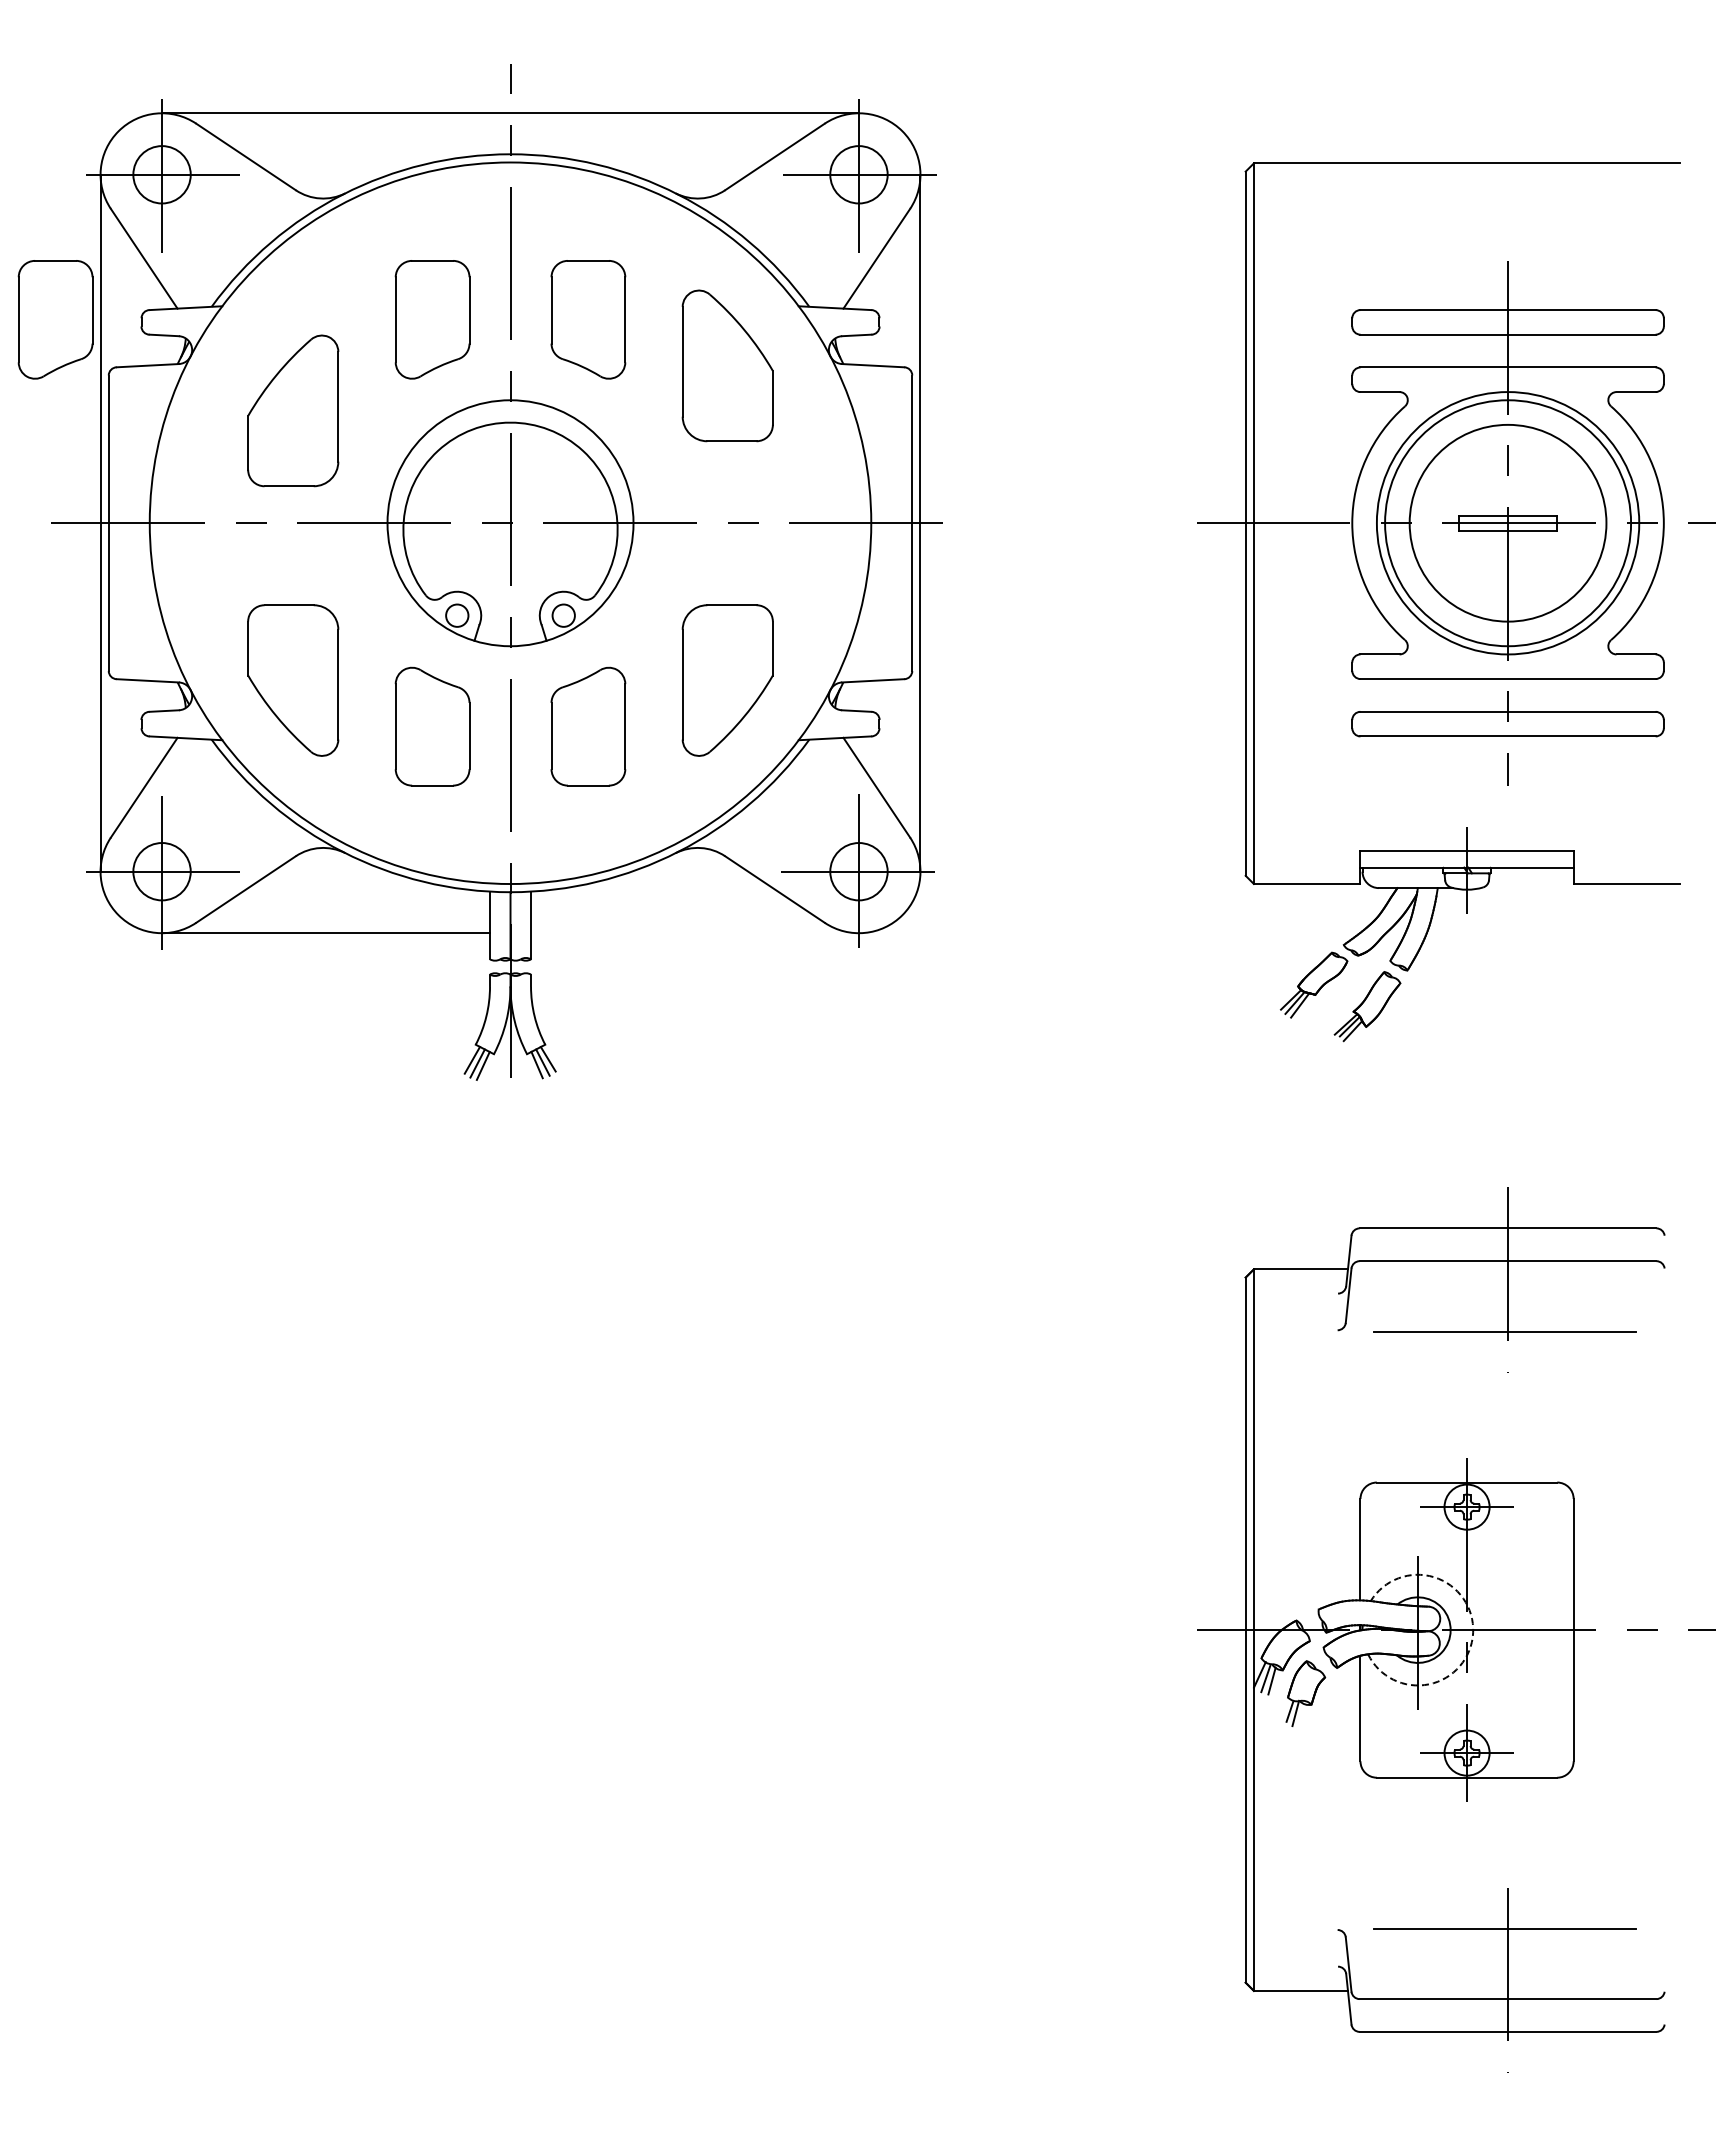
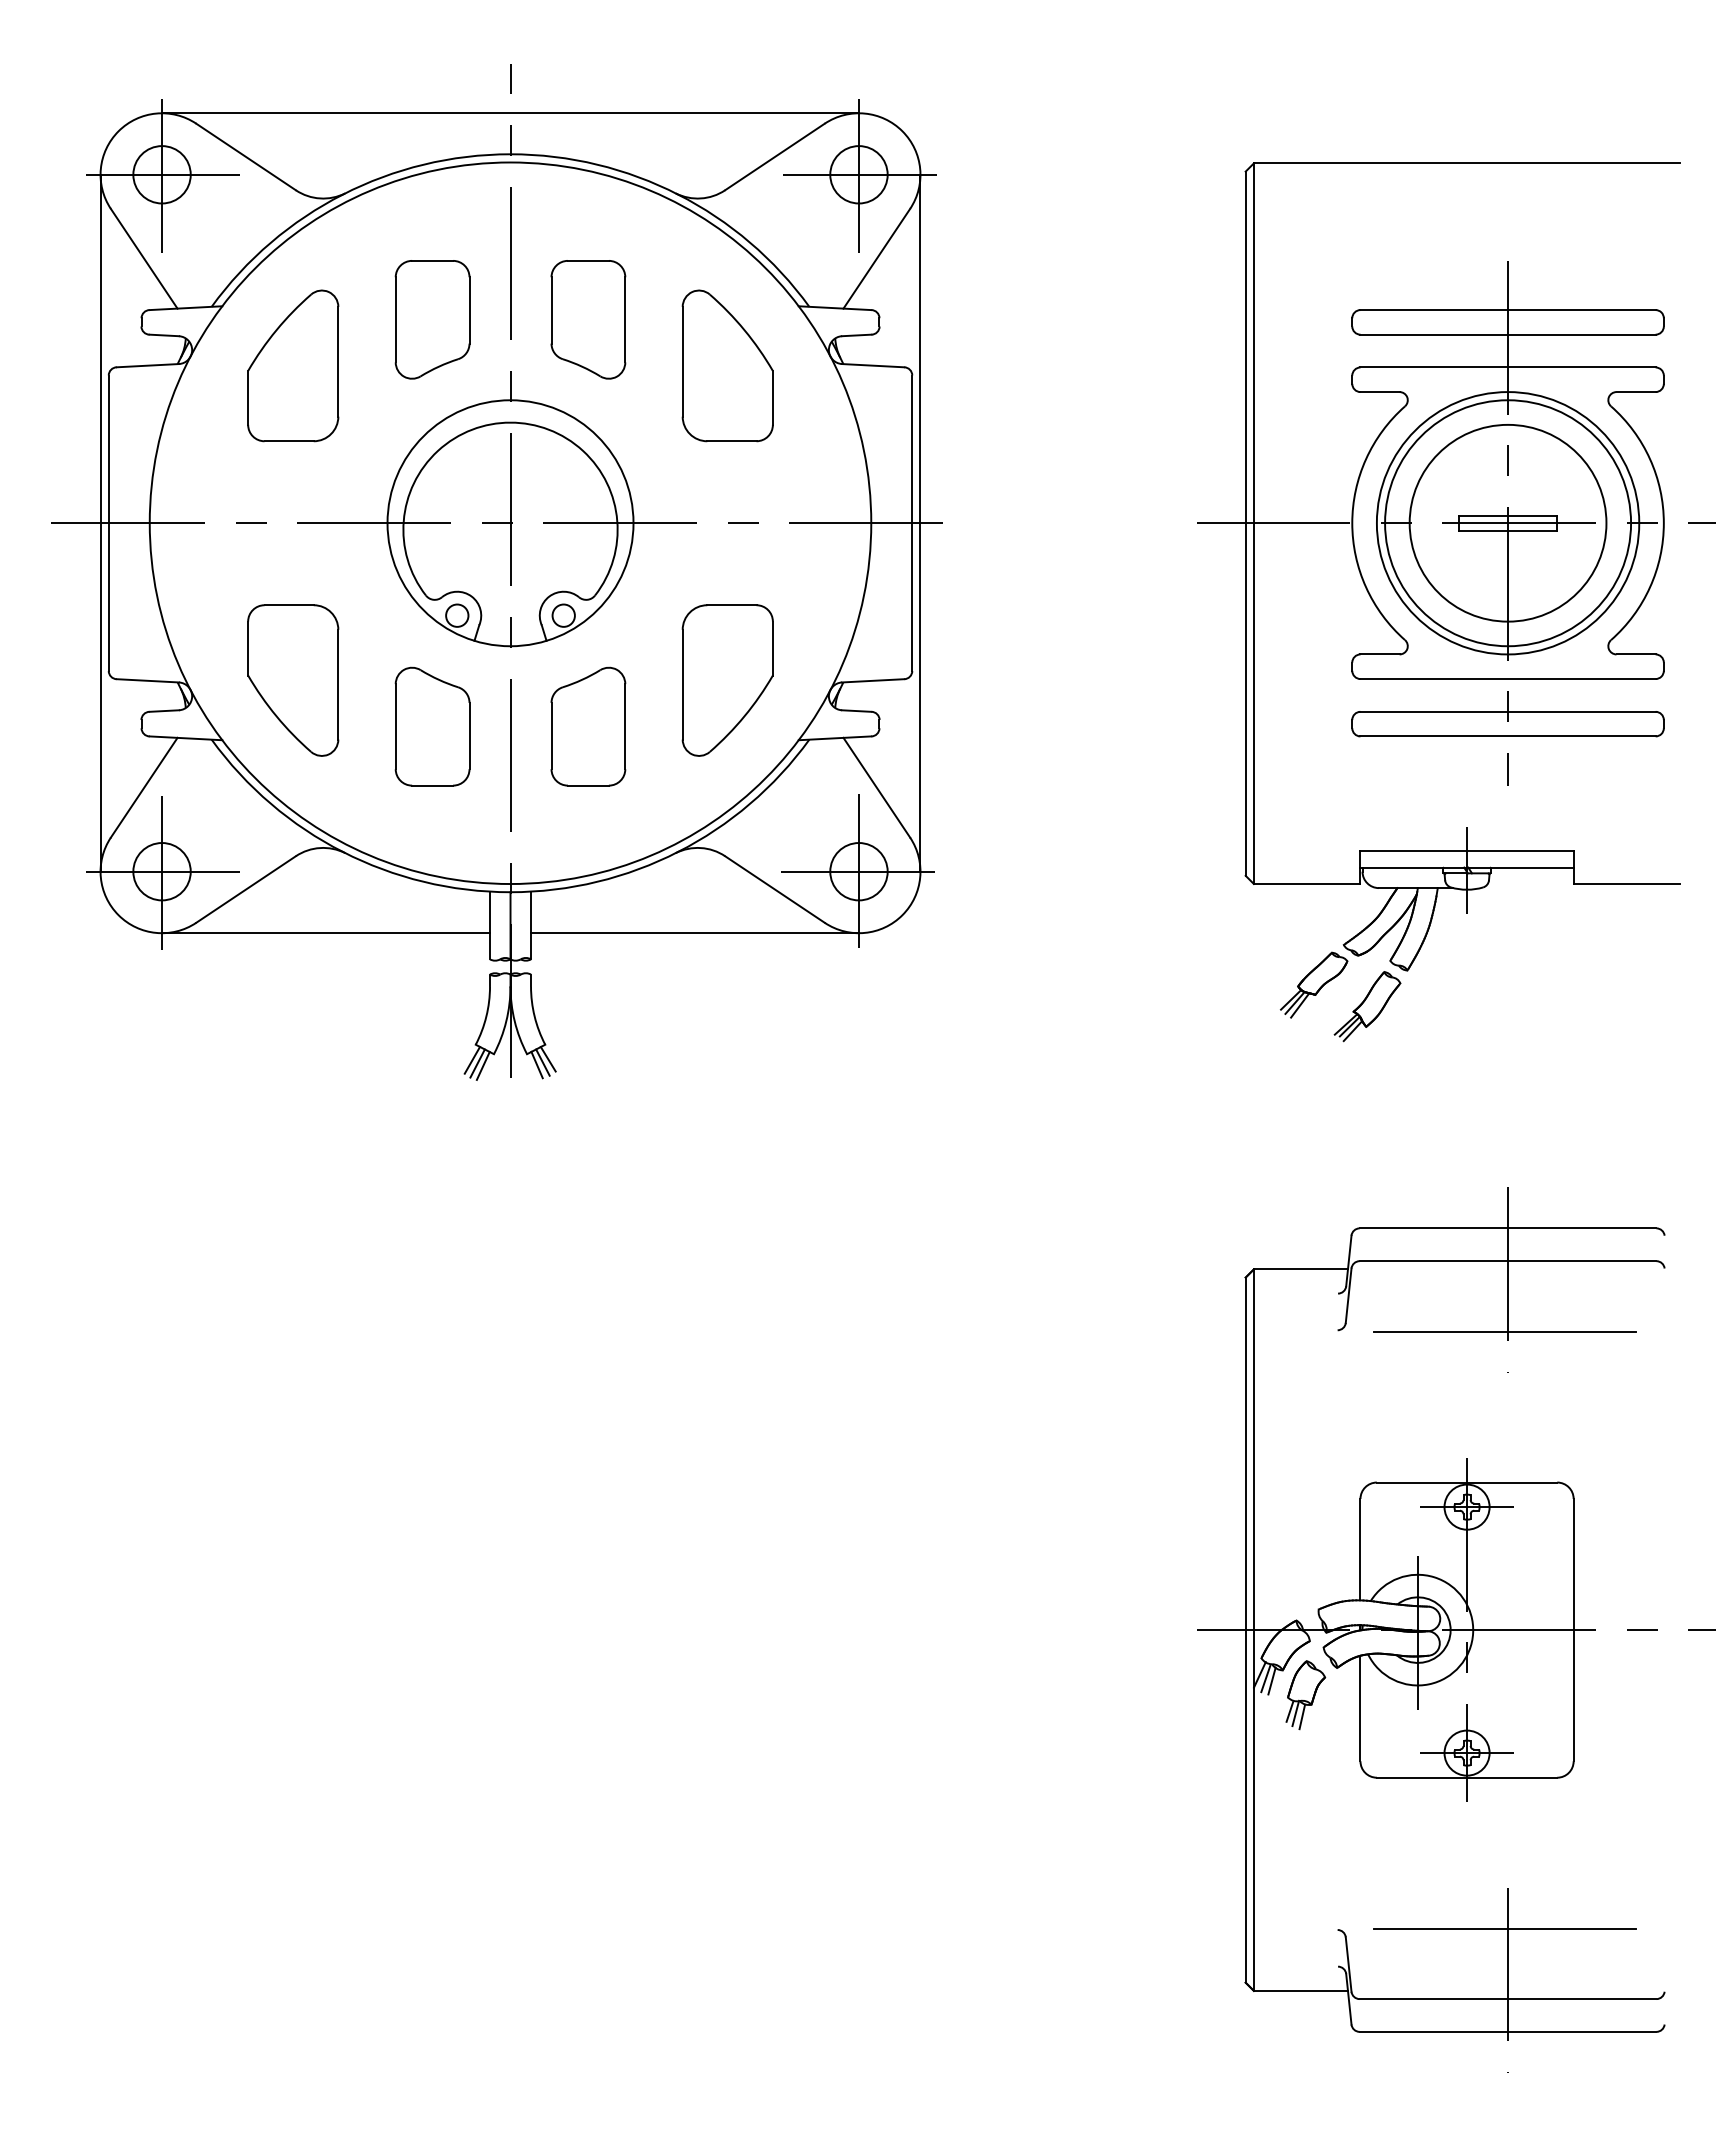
part at (55, 319): present -> none
part at (293, 410) position: (293, 410) -> (293, 365)
line at (694, 933): none -> present
arc at (1473, 1632): dashed -> solid
line at (1301, 1717): none -> present
